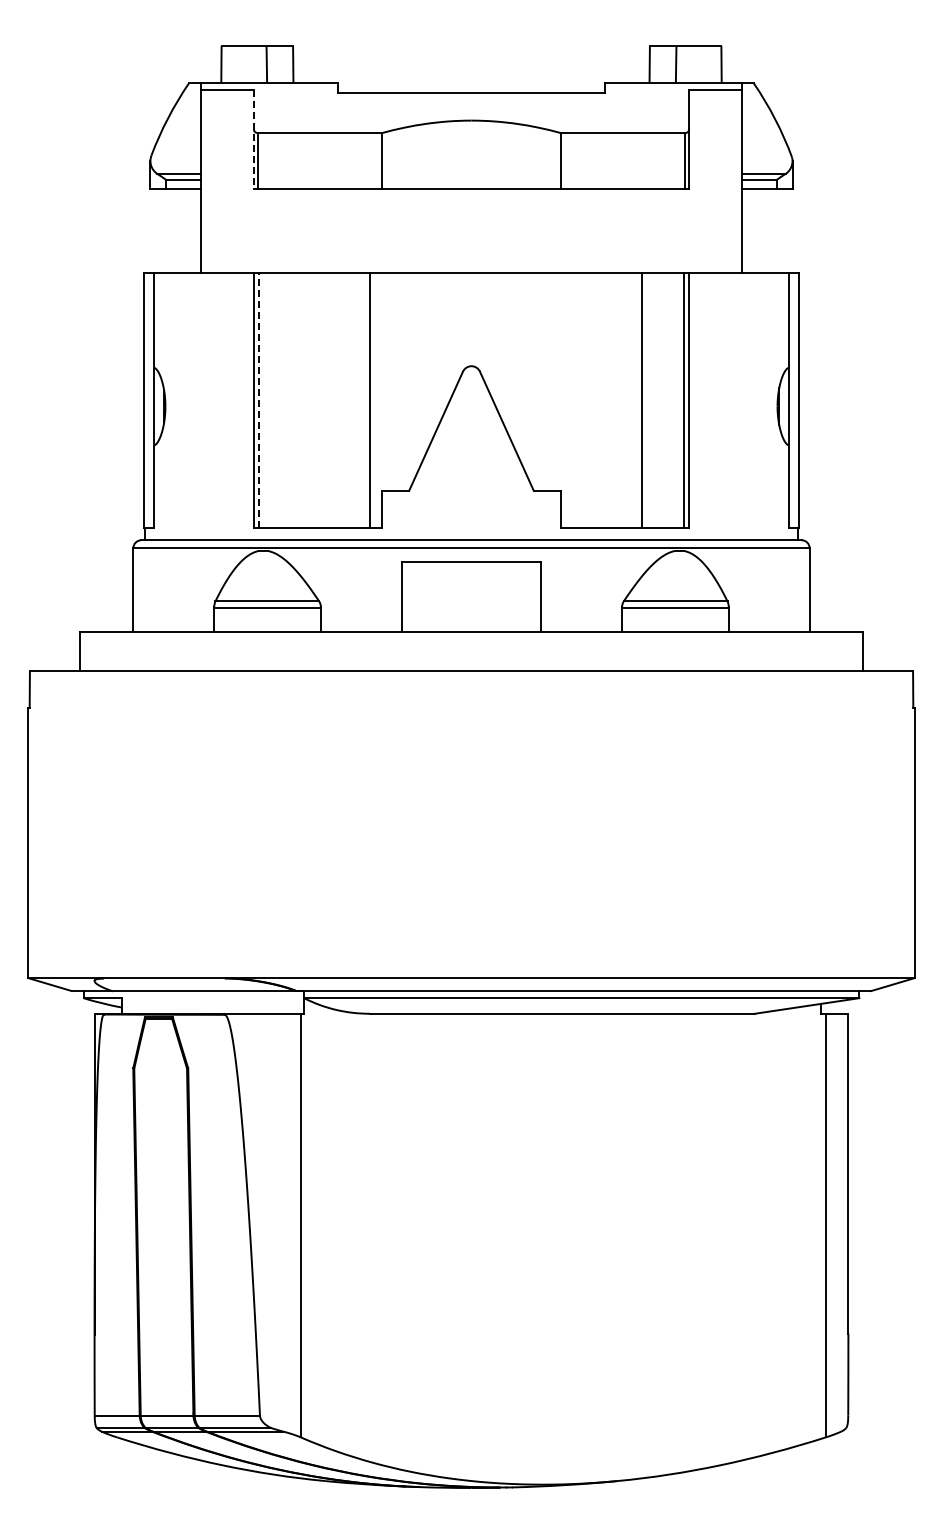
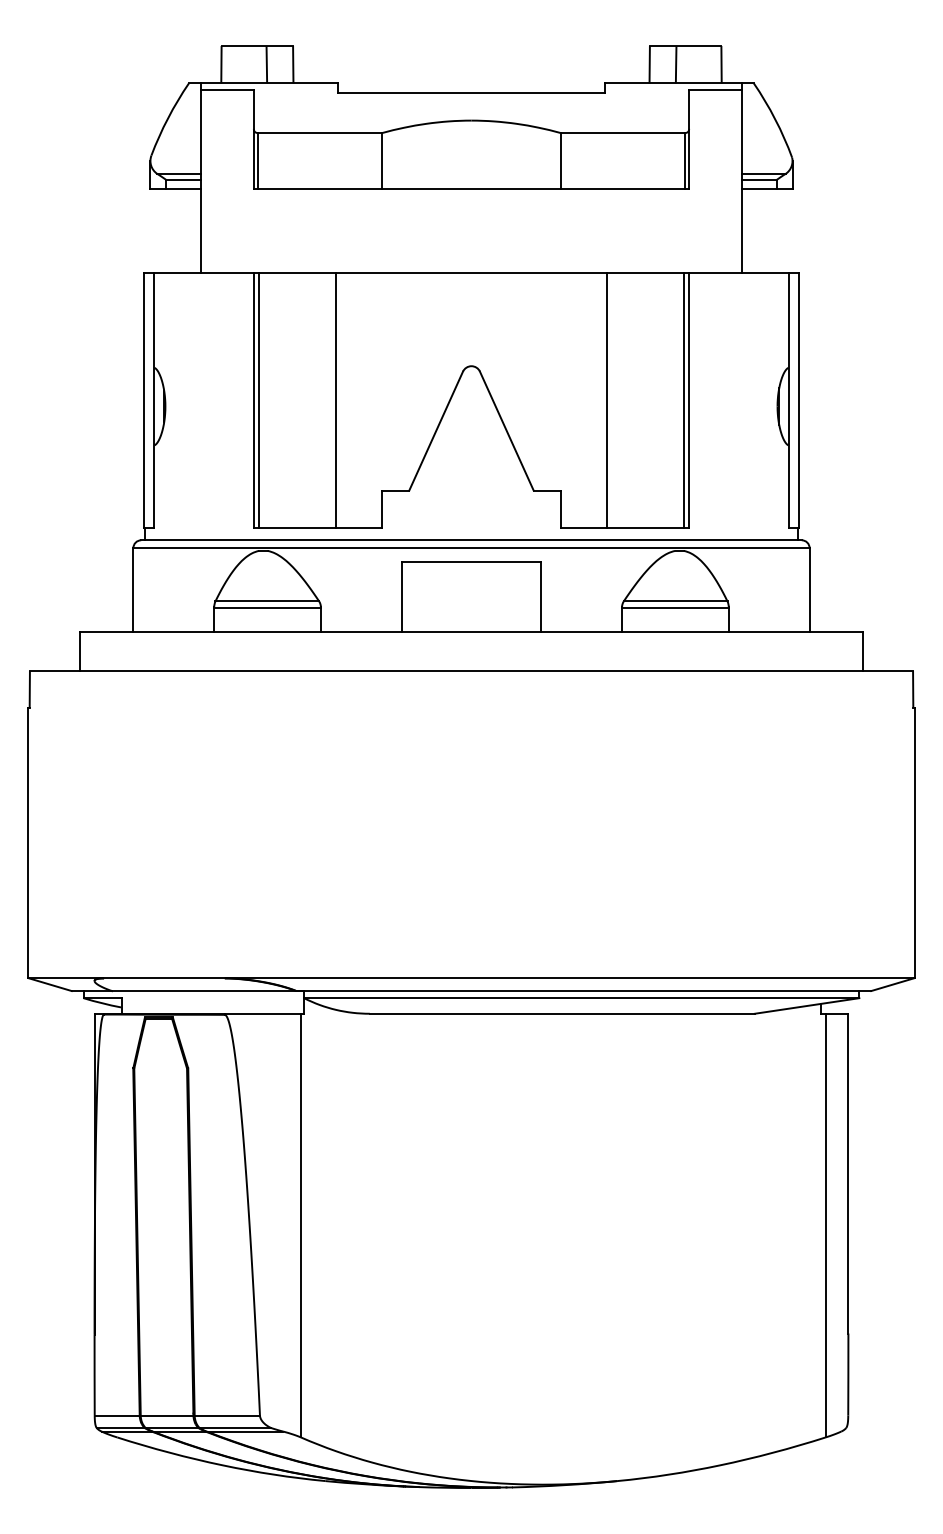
line at (253, 139): dashed -> solid
line at (258, 399): dashed -> solid
line at (370, 399) position: (370, 399) -> (336, 399)
line at (641, 399) position: (641, 399) -> (606, 399)
